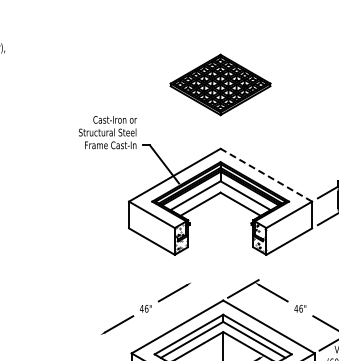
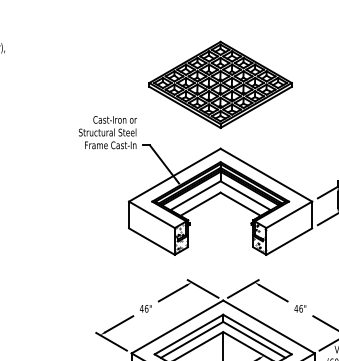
part at (220, 84) size: 103x64 px -> 145x90 px
line at (266, 175): dashed -> solid
line at (202, 288): none -> present
line at (111, 341): none -> present
